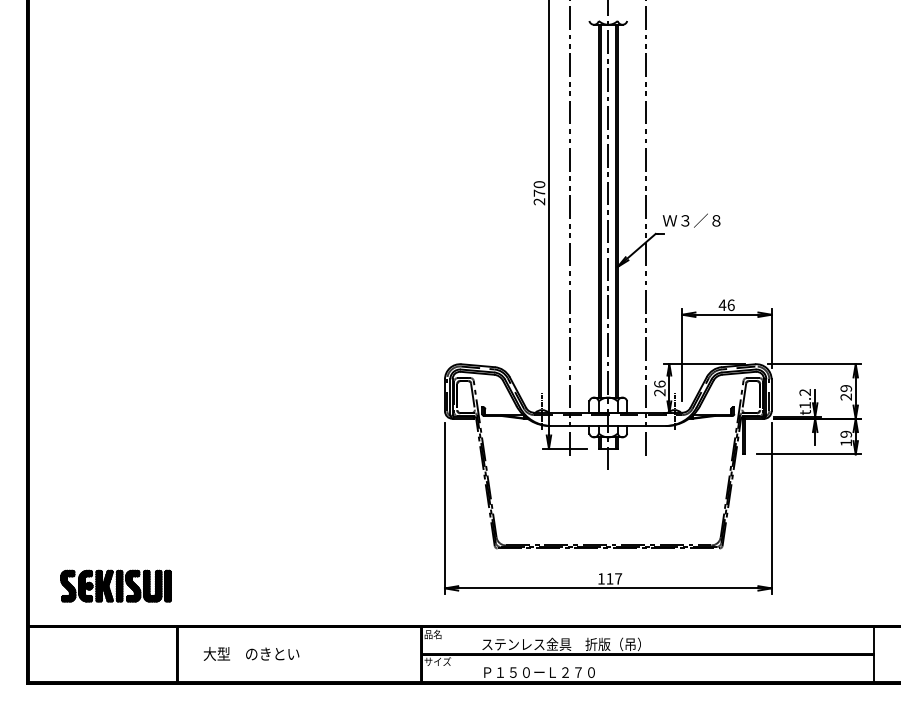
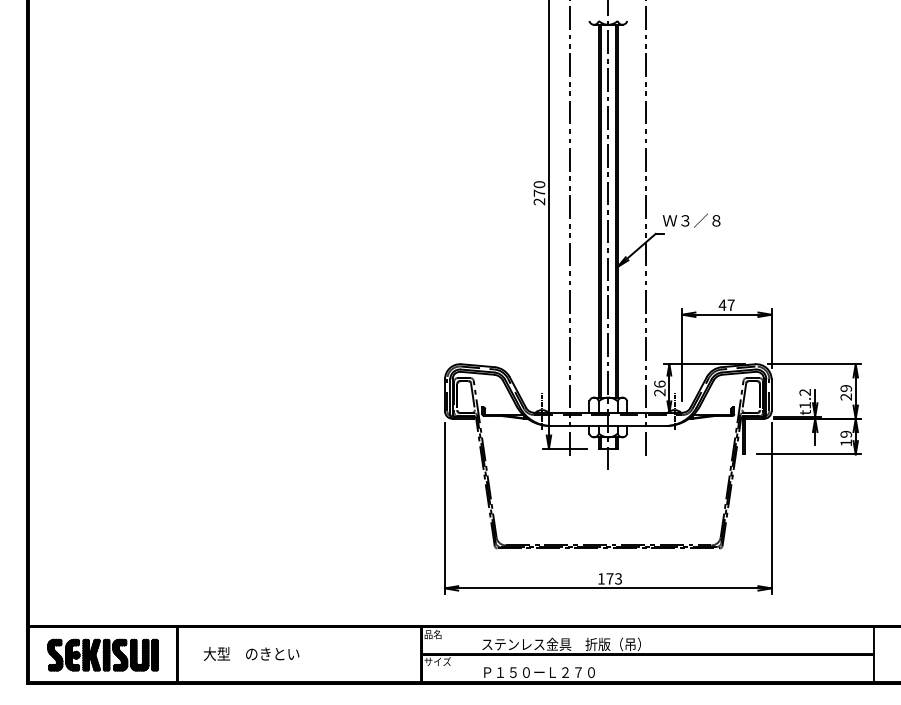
text at (730, 305): 46 -> 47
text at (614, 578): 117 -> 173
part at (115, 585) position: (115, 585) -> (102, 654)
